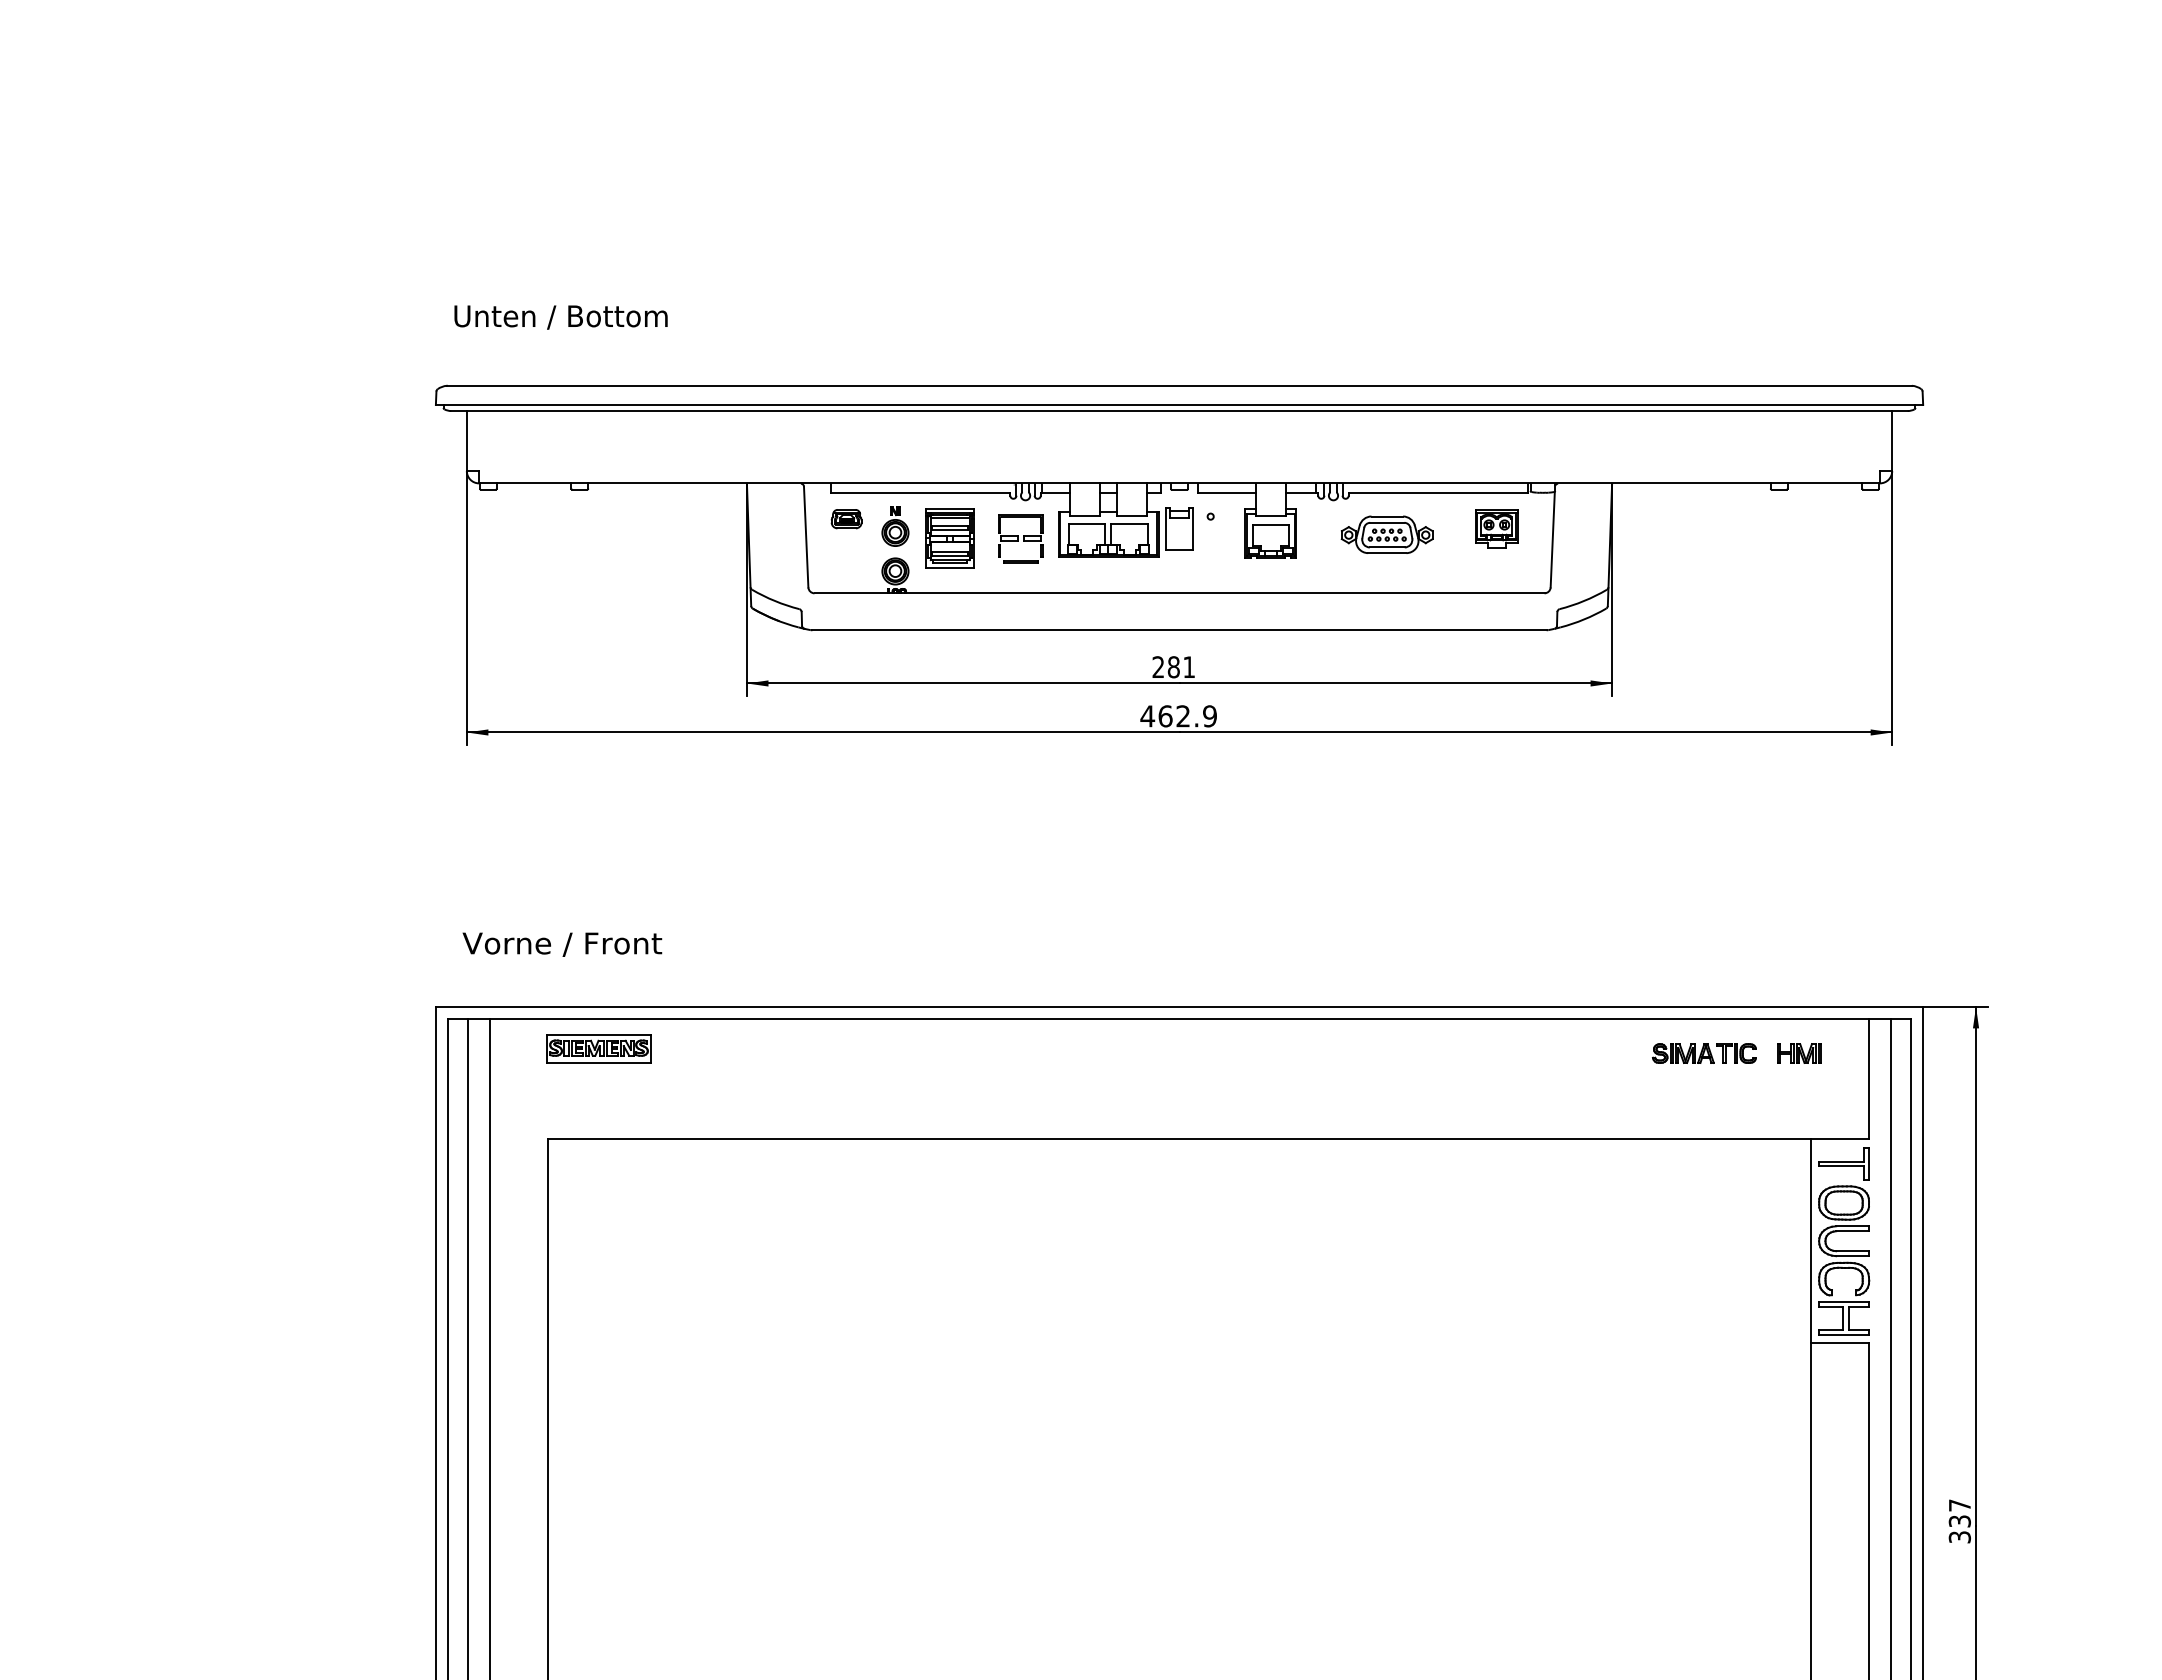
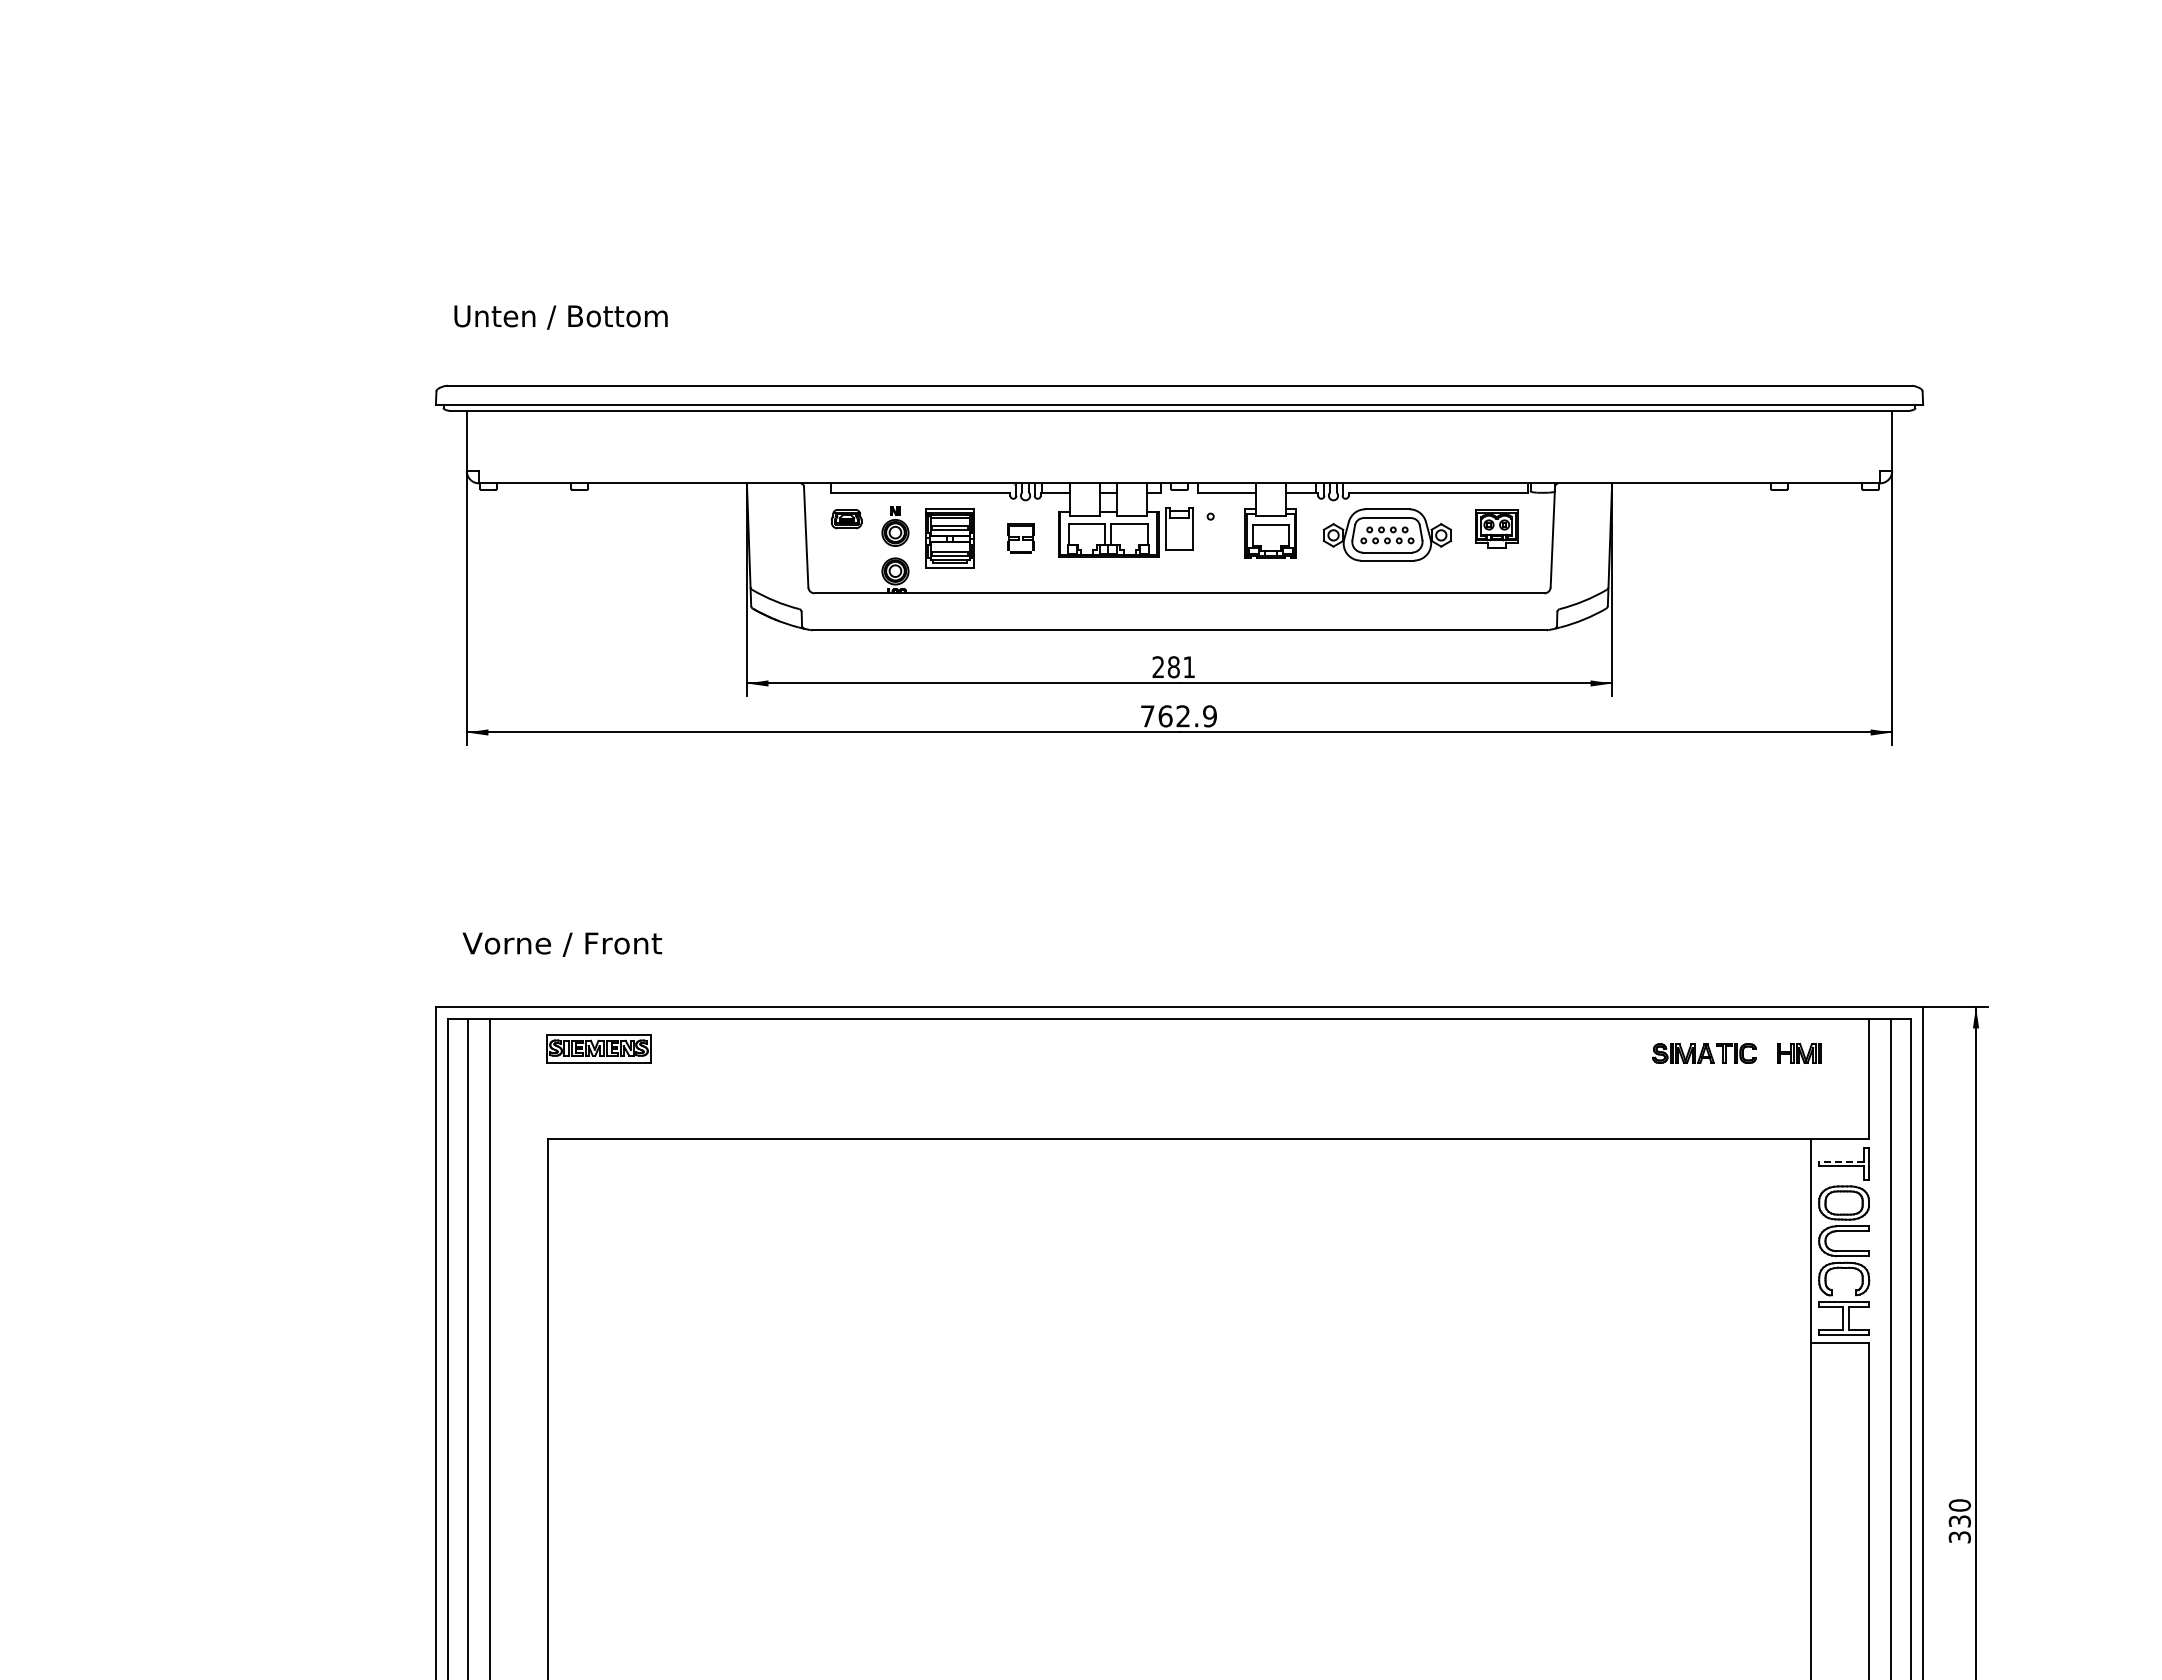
part at (1386, 534) size: 94x39 px -> 130x54 px
part at (1020, 538) size: 46x50 px -> 28x31 px
text at (1147, 716): 462.9 -> 762.9
line at (1840, 1161): solid -> dashed
text at (1959, 1505): 337 -> 330
